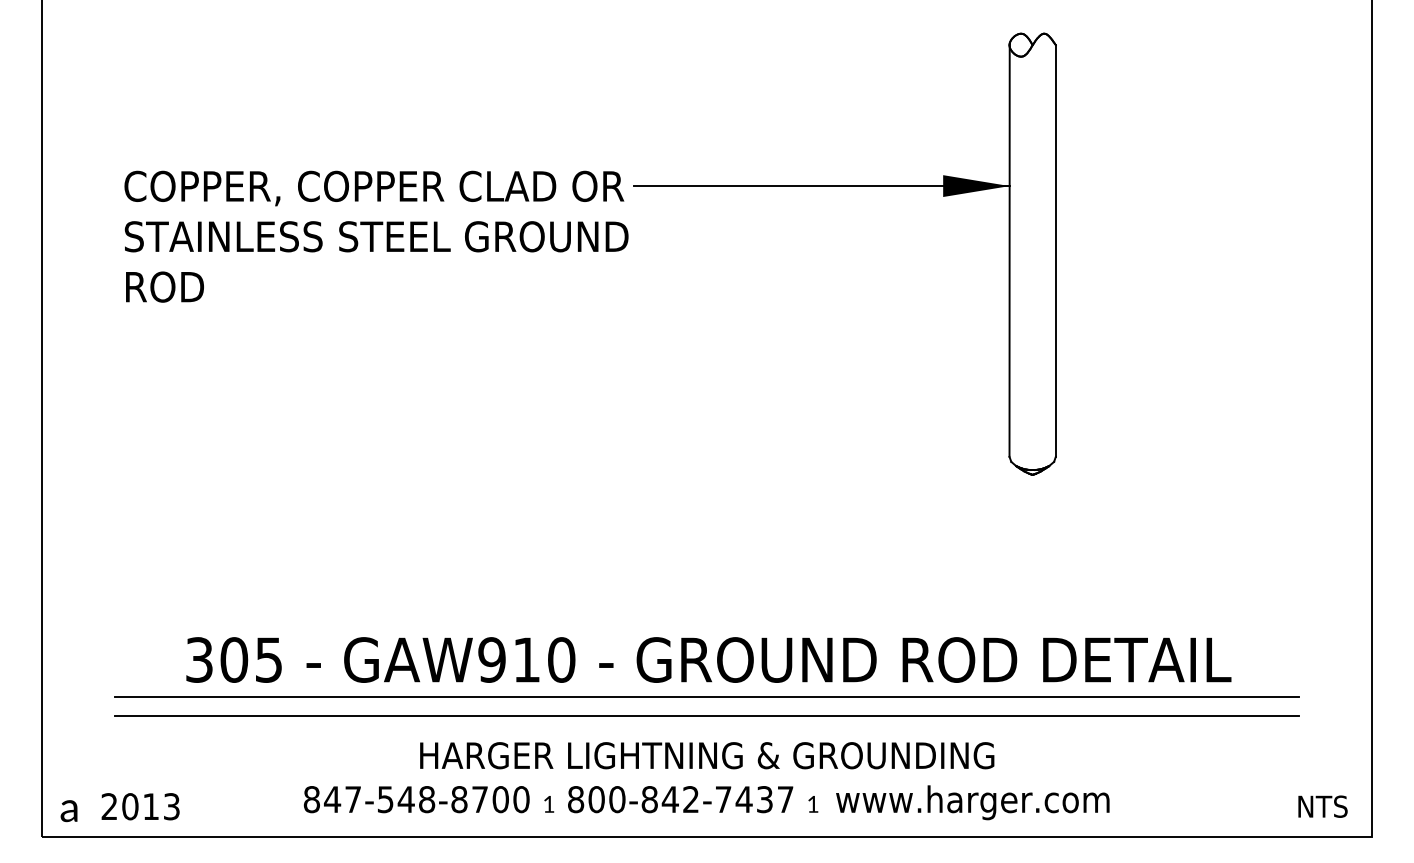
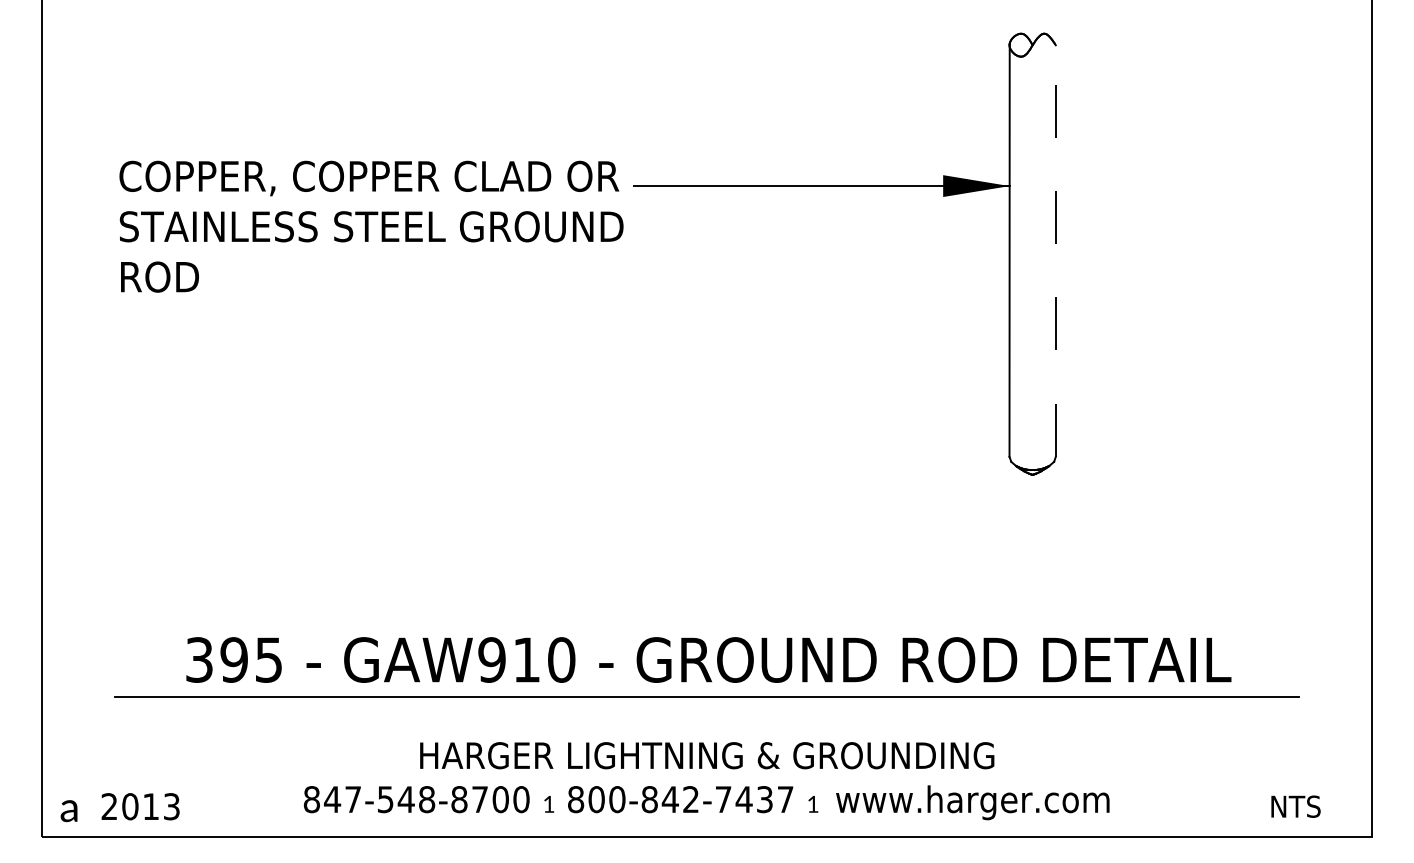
text at (376, 236) position: (376, 236) -> (371, 226)
line at (1055, 251): solid -> dashed
text at (234, 659): 305 -> 395
line at (706, 716): present -> none
text at (1322, 806) position: (1322, 806) -> (1295, 806)
